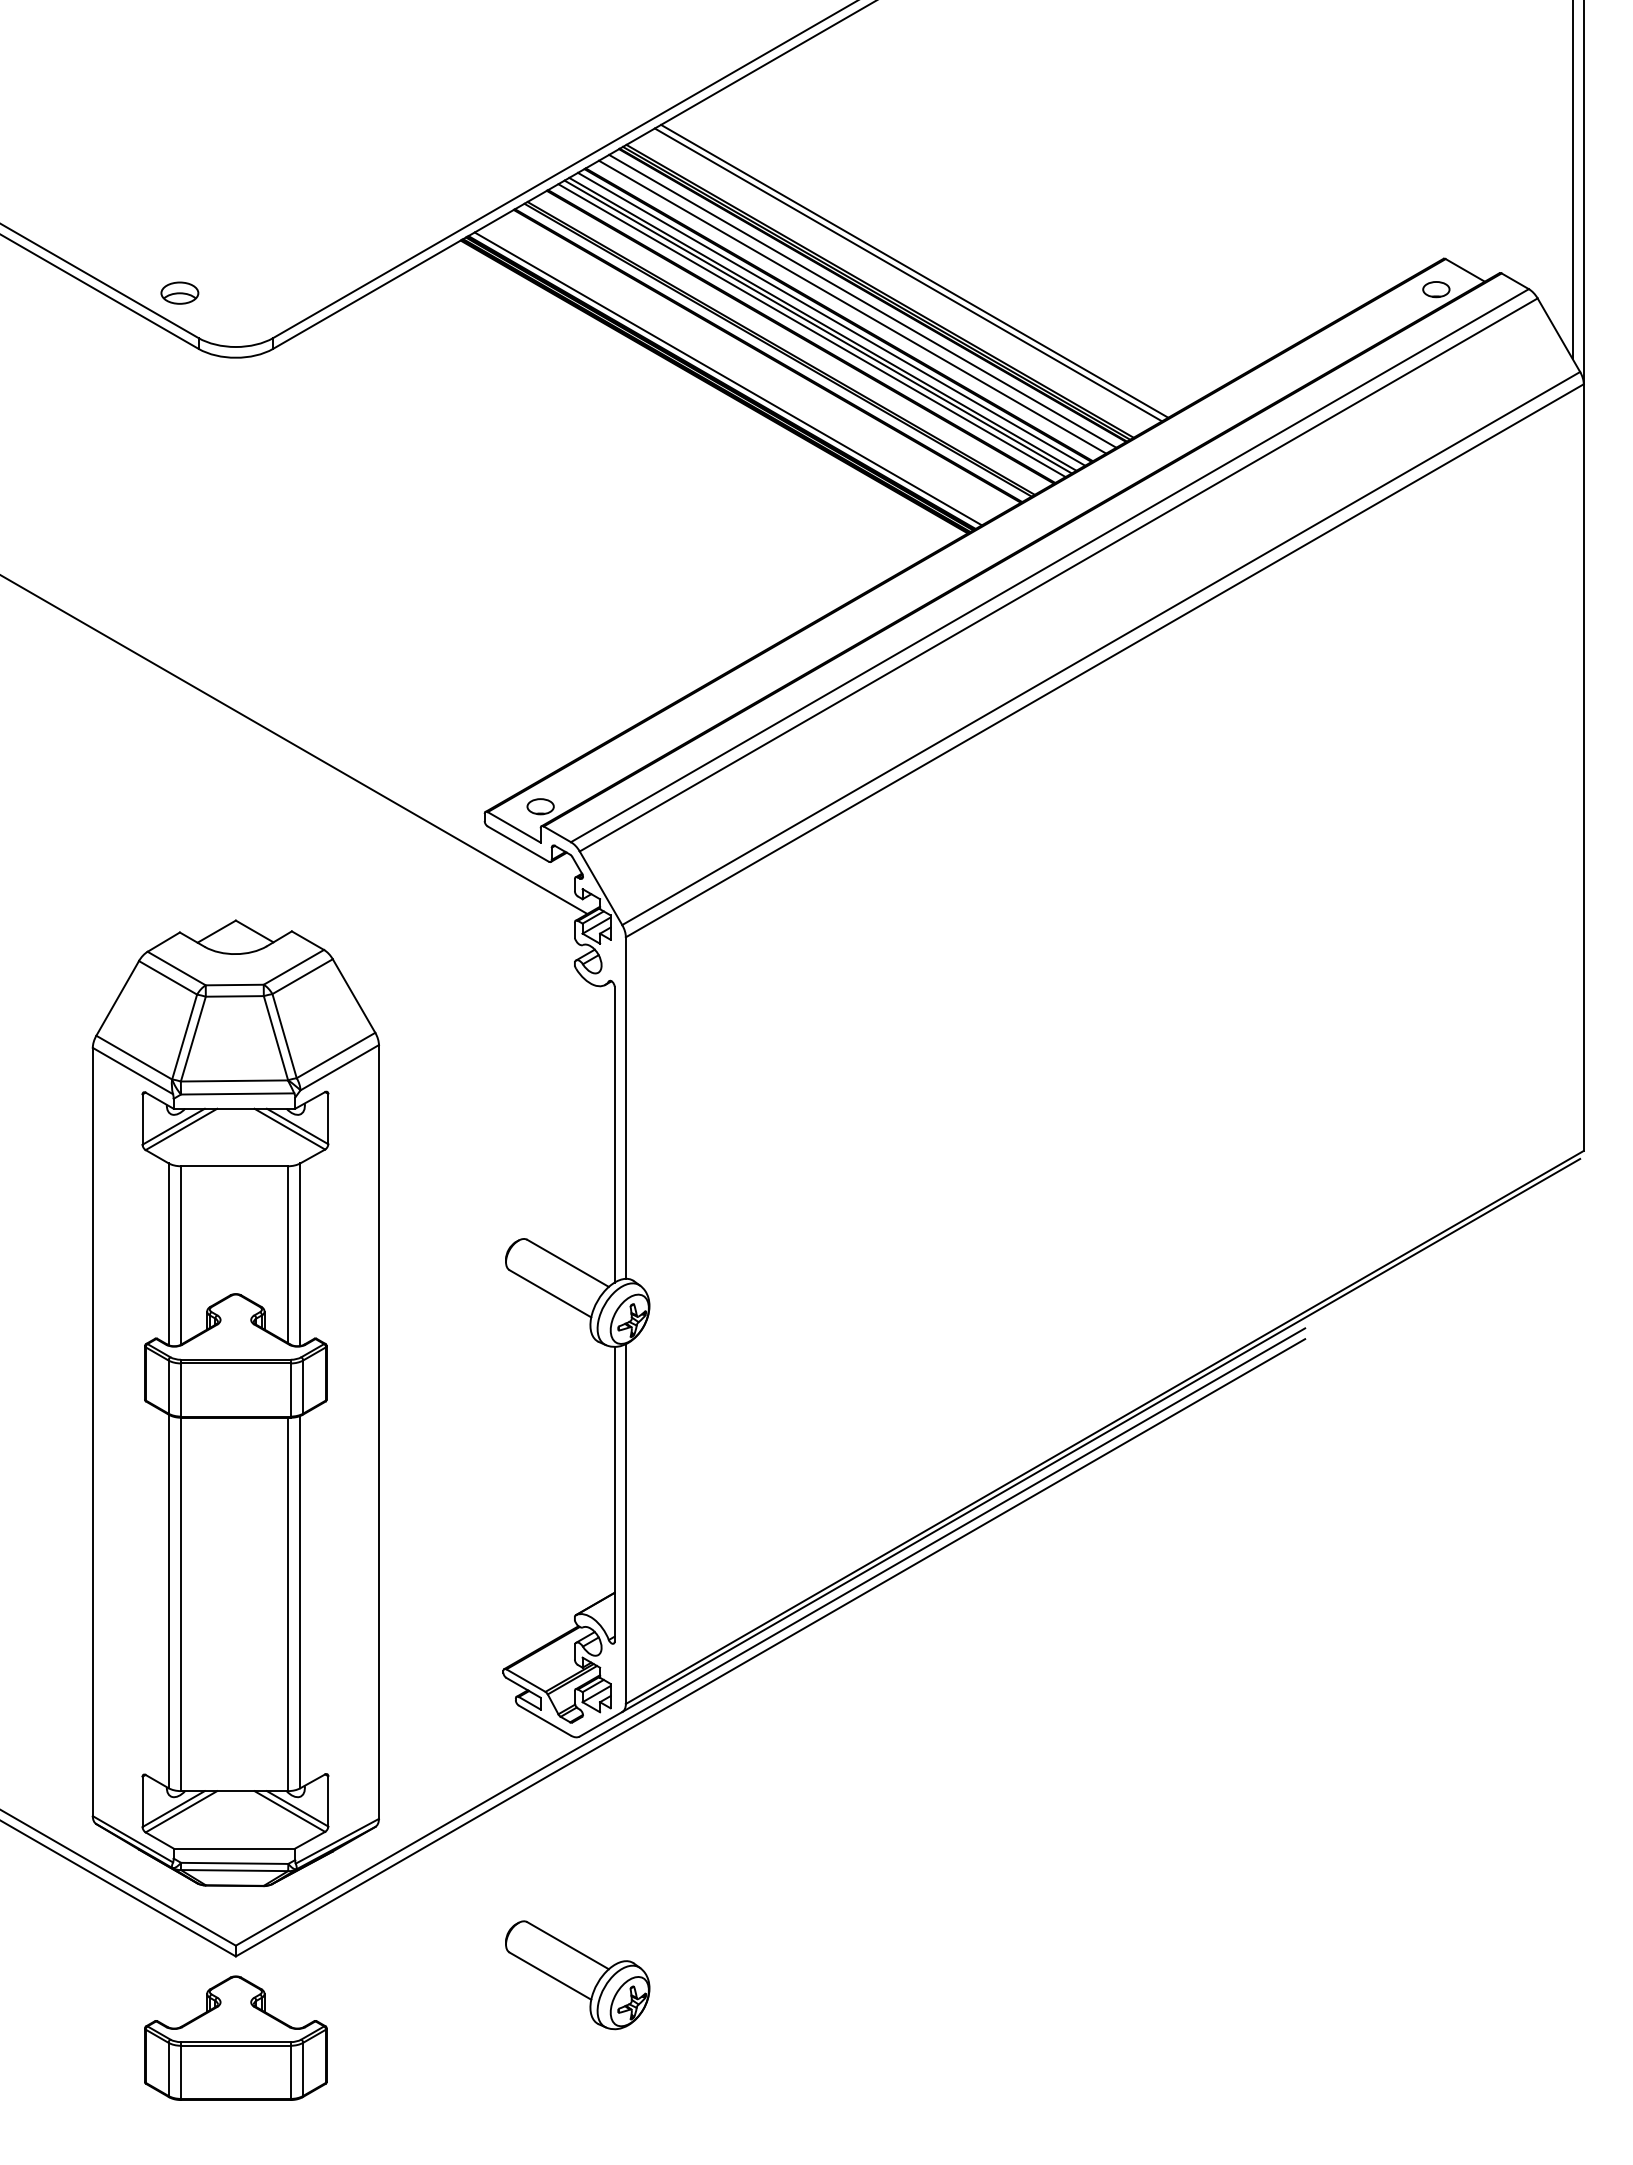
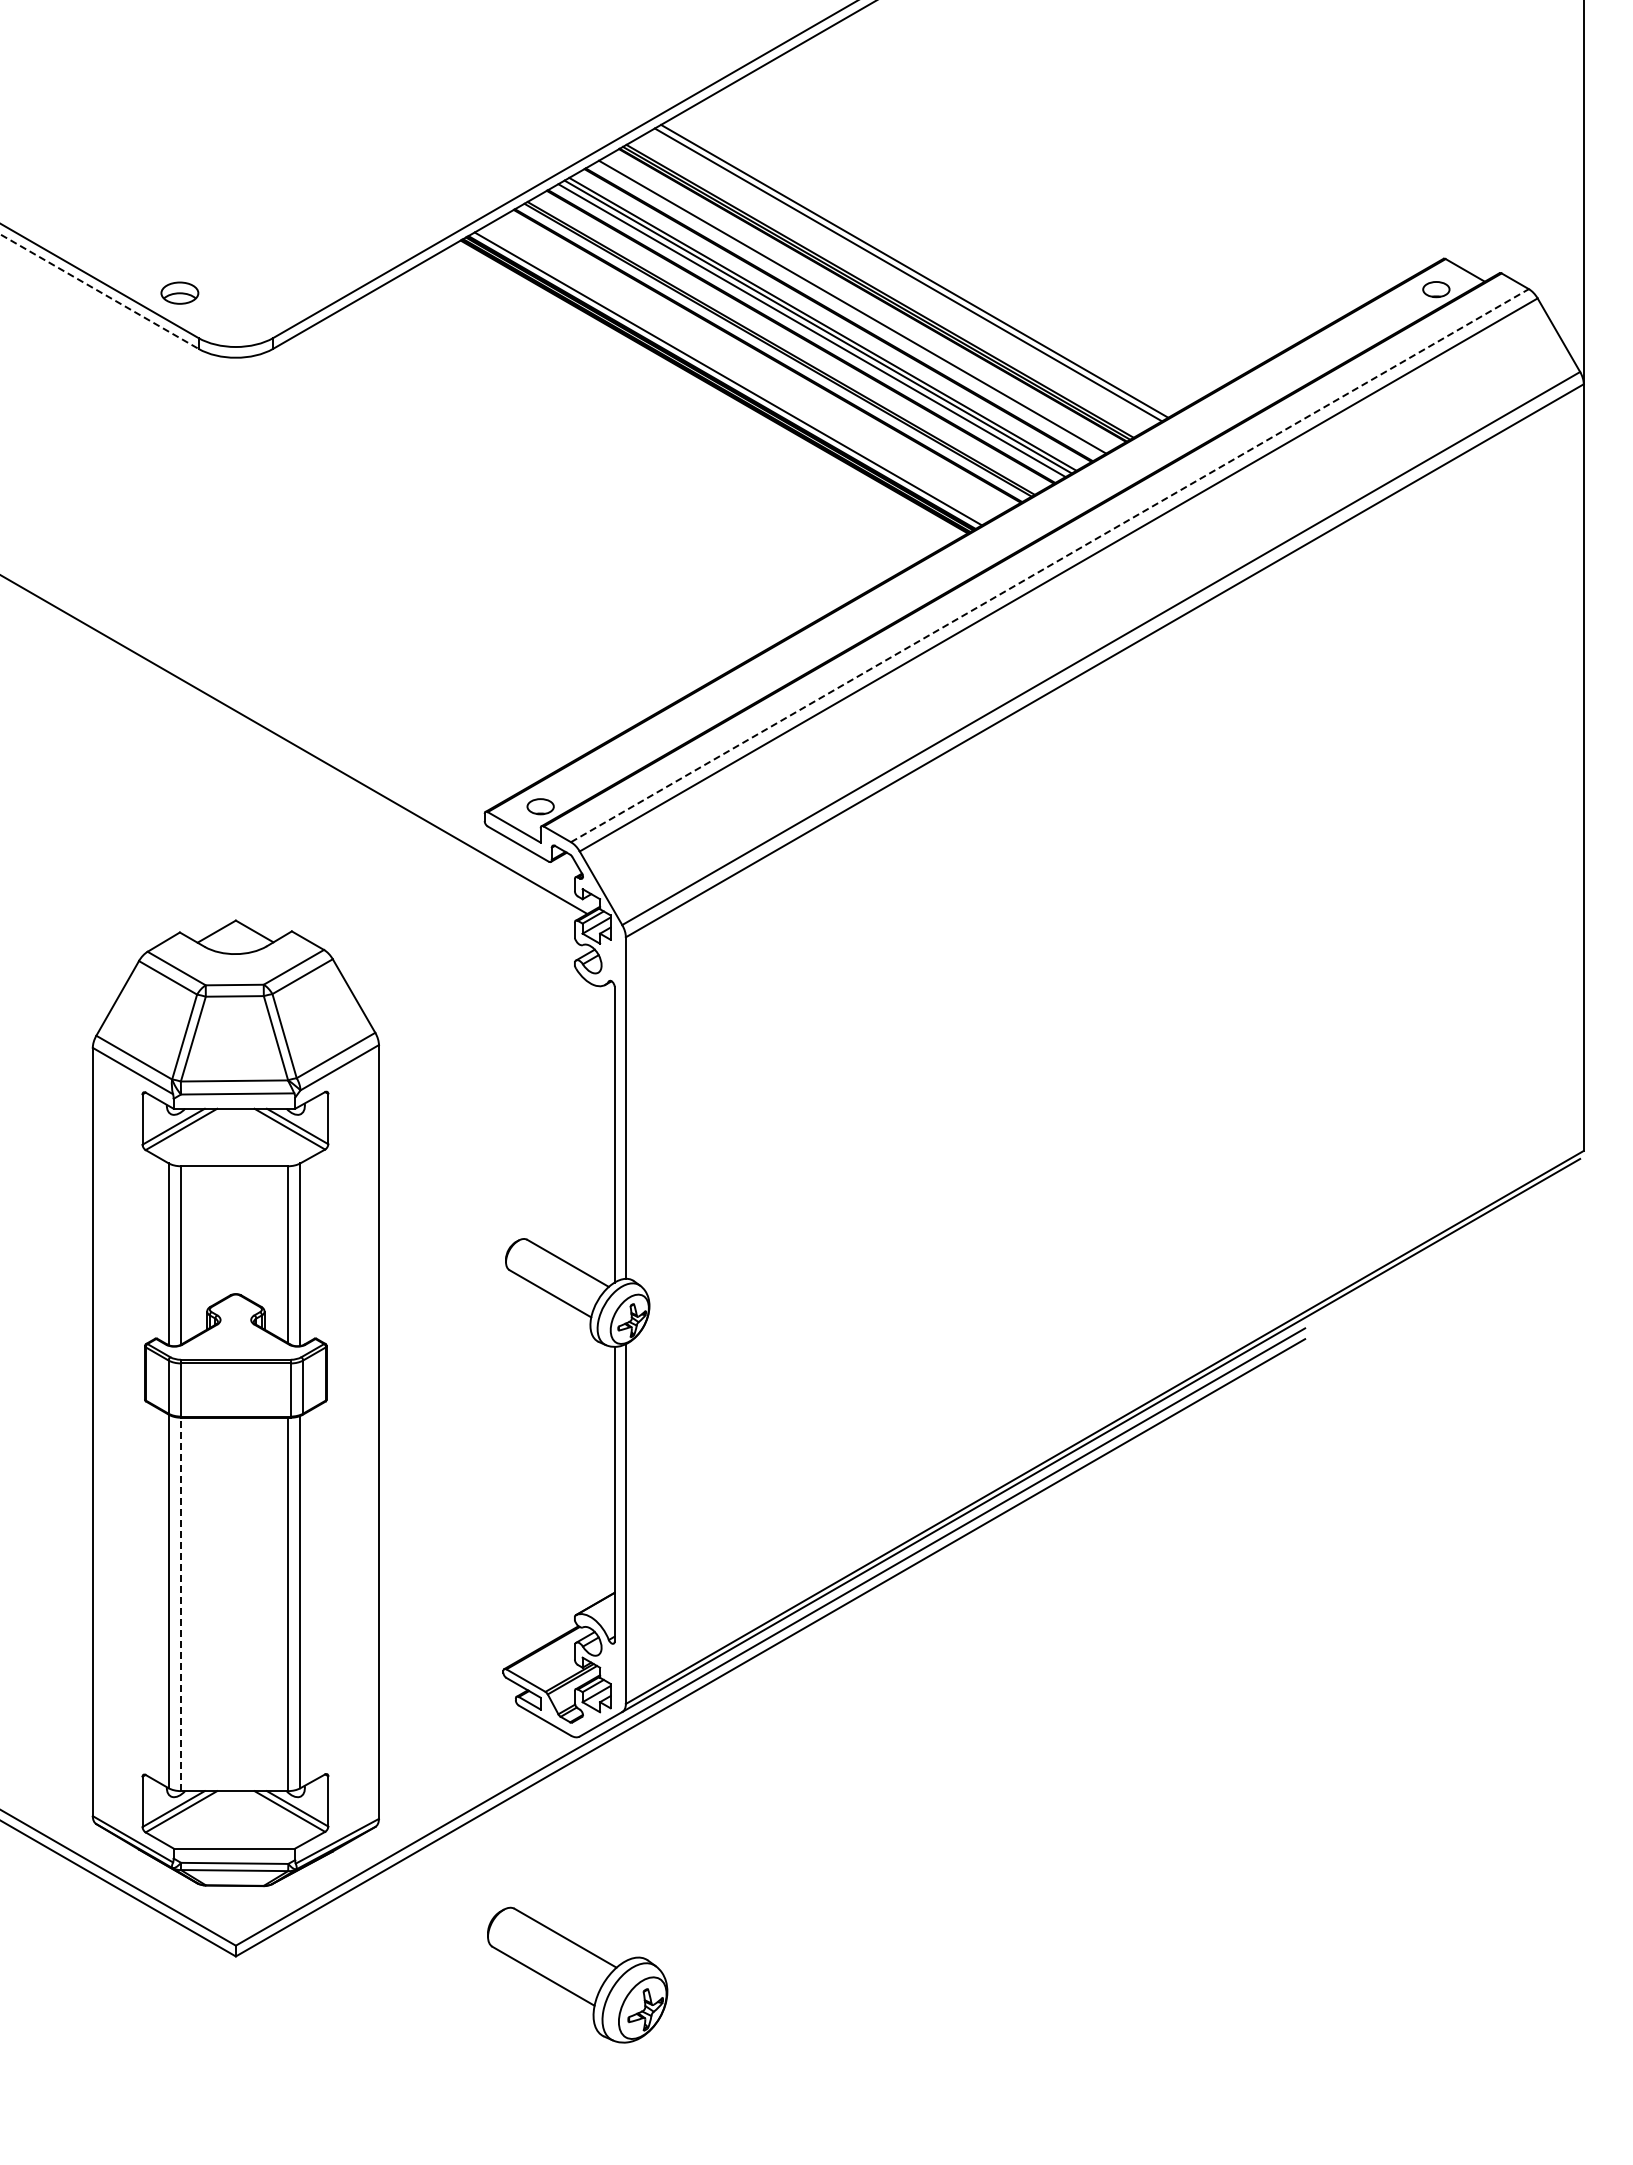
line at (1572, 180): present -> none
line at (99, 291): solid -> dashed
line at (862, 300): present -> none
line at (831, 318): present -> none
line at (1050, 565): solid -> dashed
line at (180, 1604): solid -> dashed
part at (577, 1975) size: 146x111 px -> 182x138 px
part at (235, 2037): present -> none
